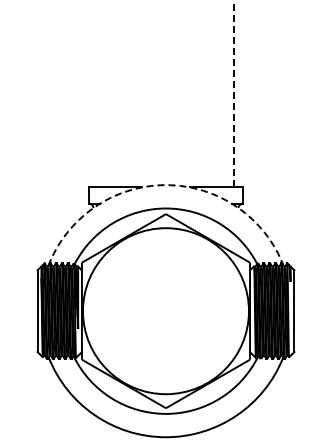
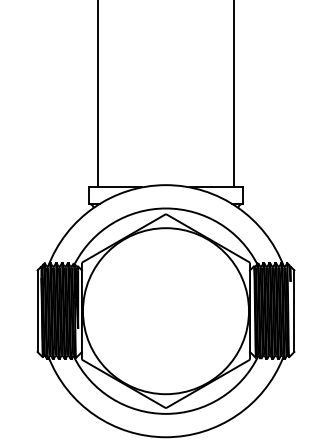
line at (233, 93): dashed -> solid
line at (98, 94): none -> present
arc at (165, 185): dashed -> solid
